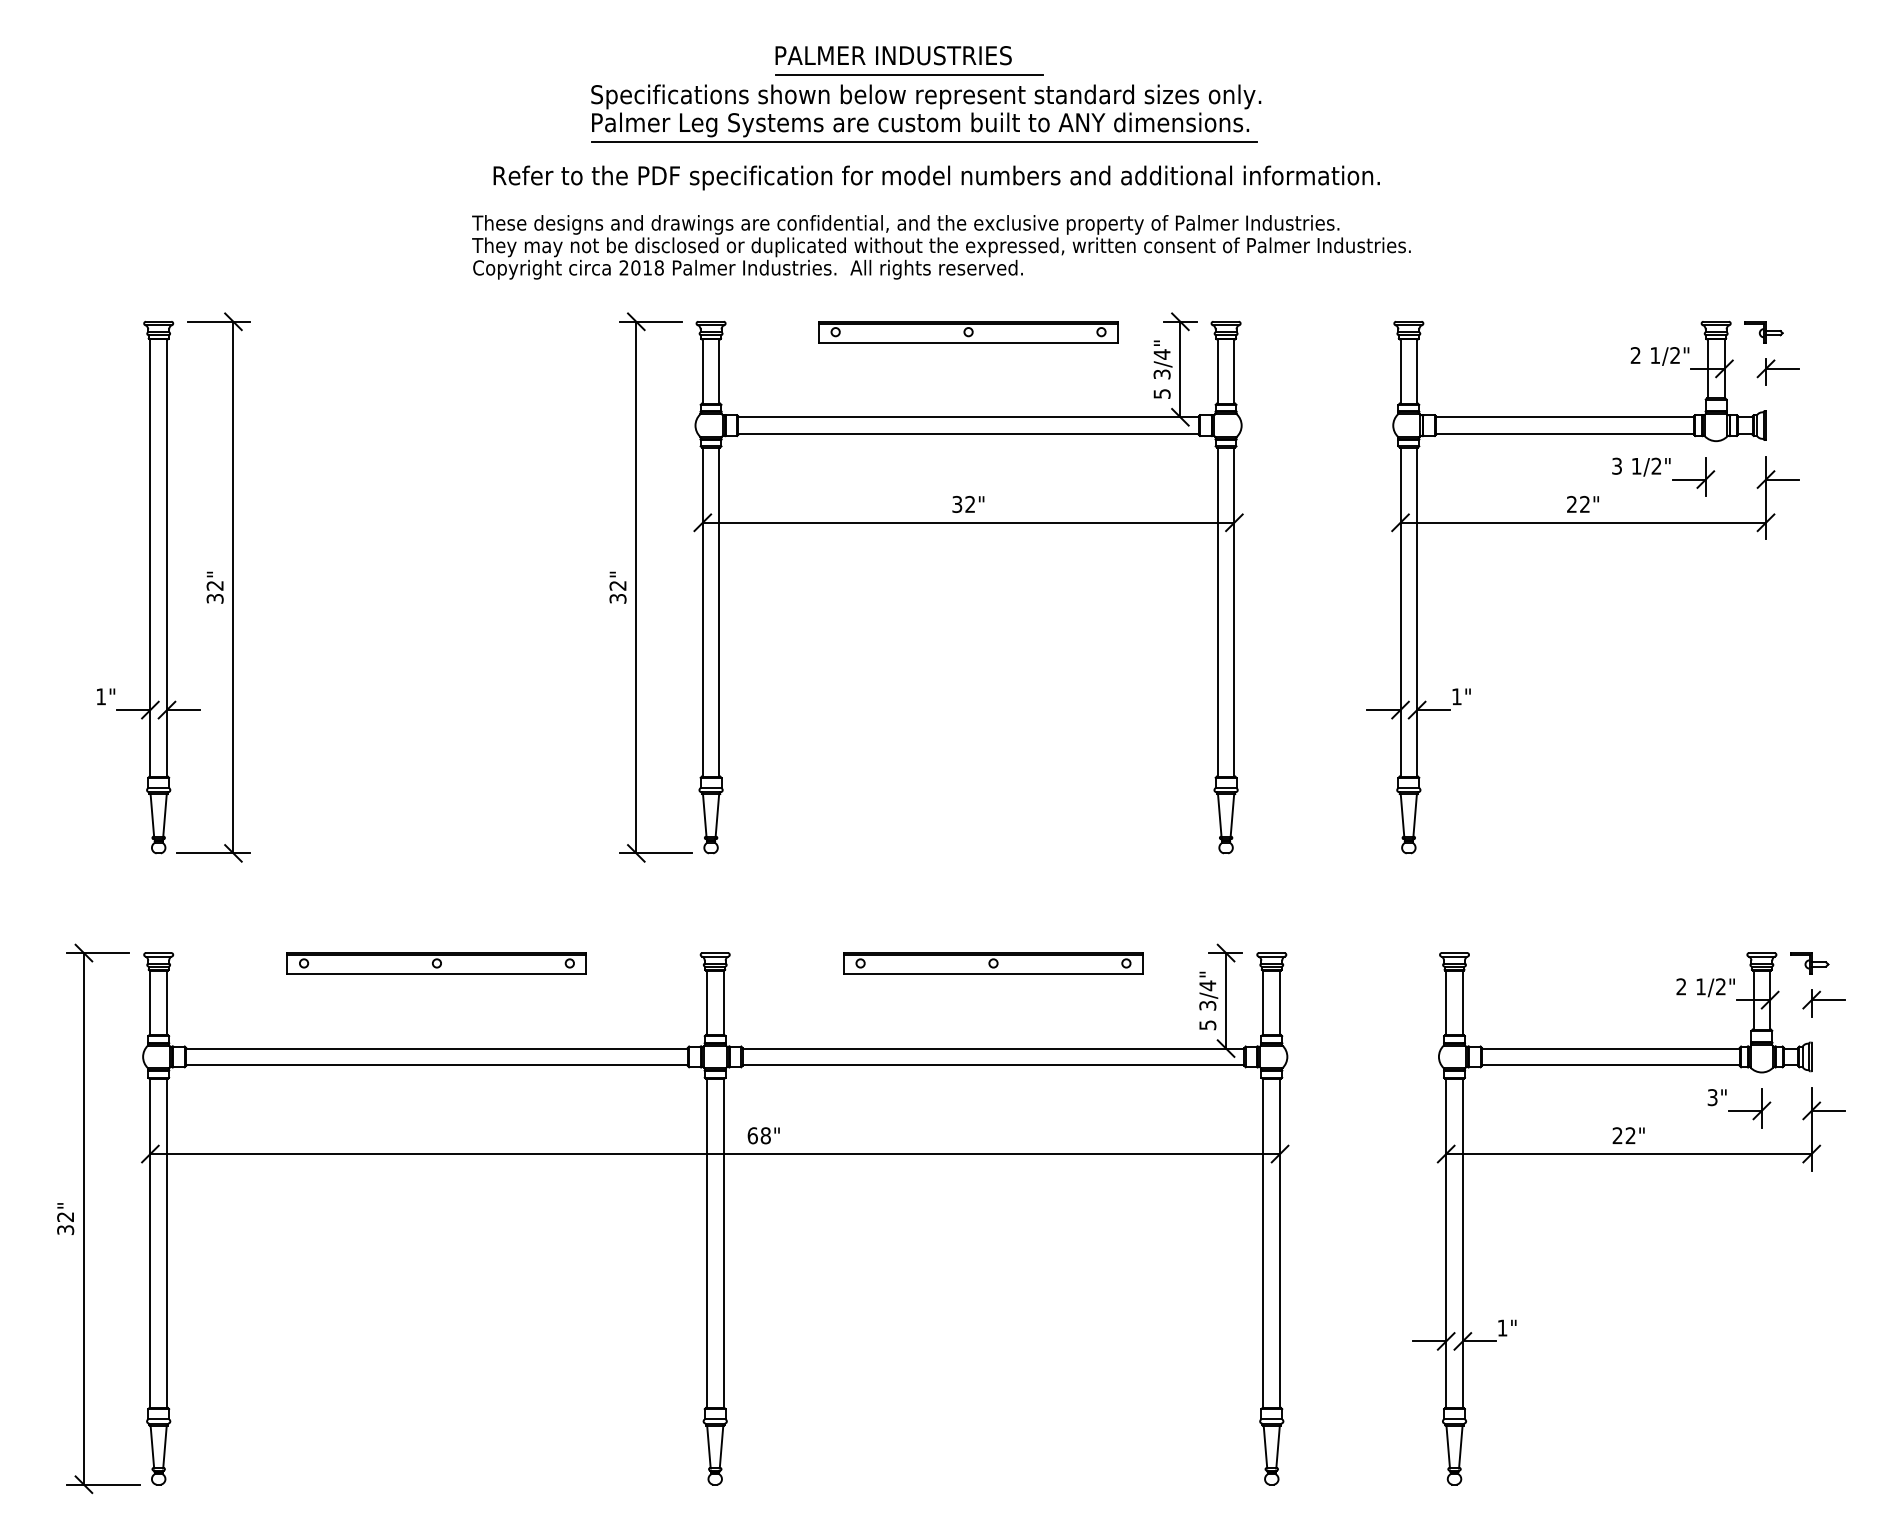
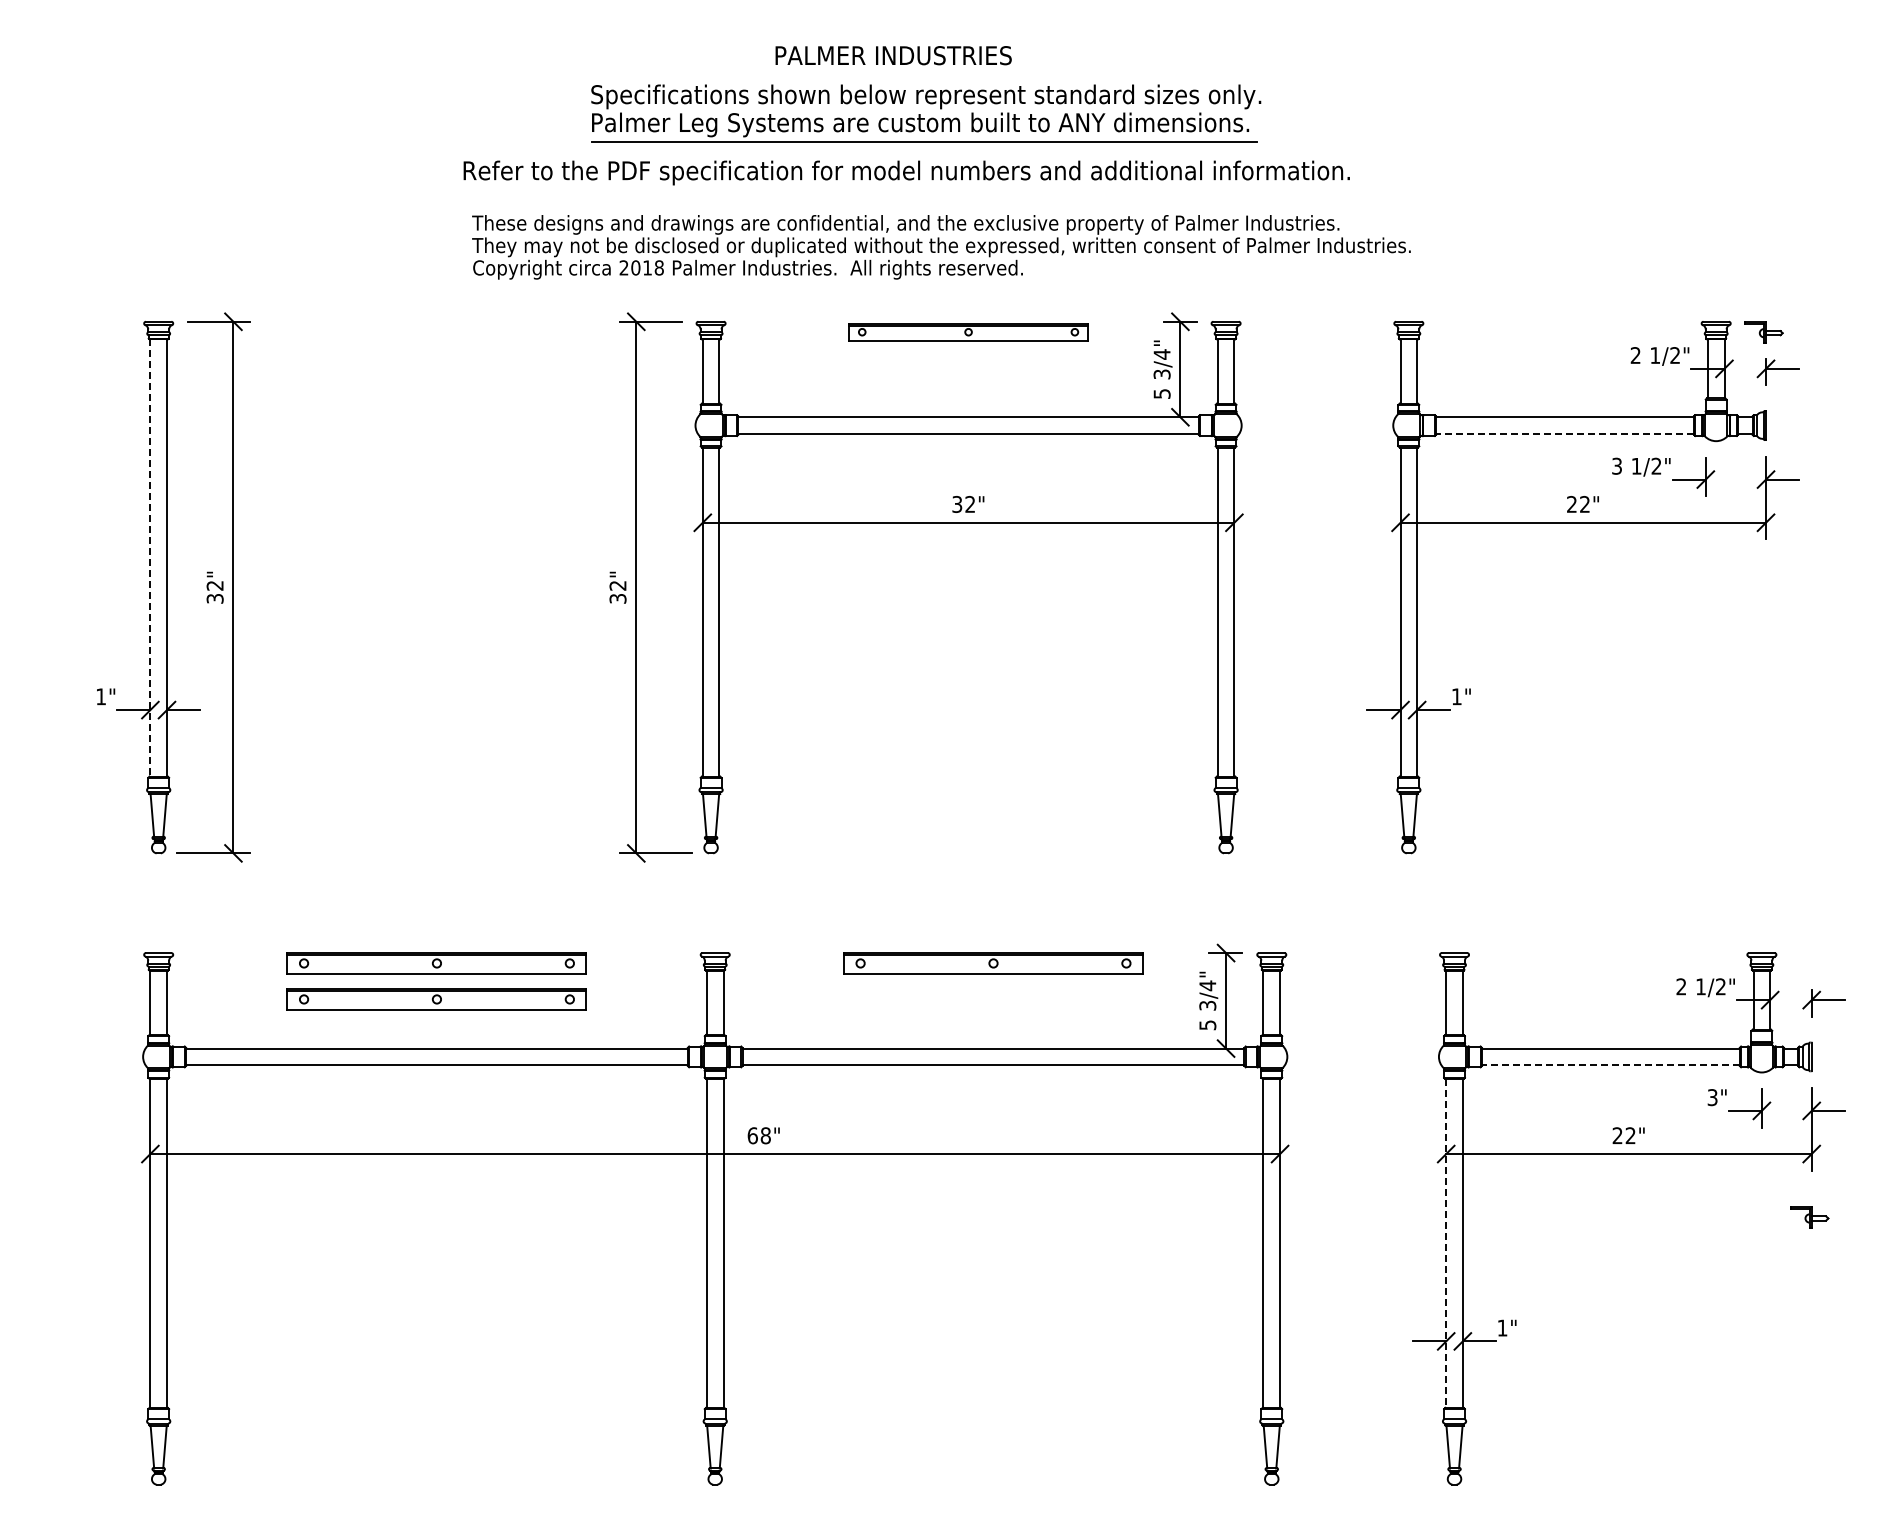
line at (909, 74): present -> none
text at (936, 177) position: (936, 177) -> (906, 172)
part at (968, 332) size: 301x23 px -> 241x19 px
line at (1565, 433): solid -> dashed
line at (150, 557): solid -> dashed
part at (1809, 963) position: (1809, 963) -> (1809, 1217)
part at (436, 999): none -> present
line at (1610, 1065): solid -> dashed
part at (84, 1218): present -> none
line at (1446, 1243): solid -> dashed
